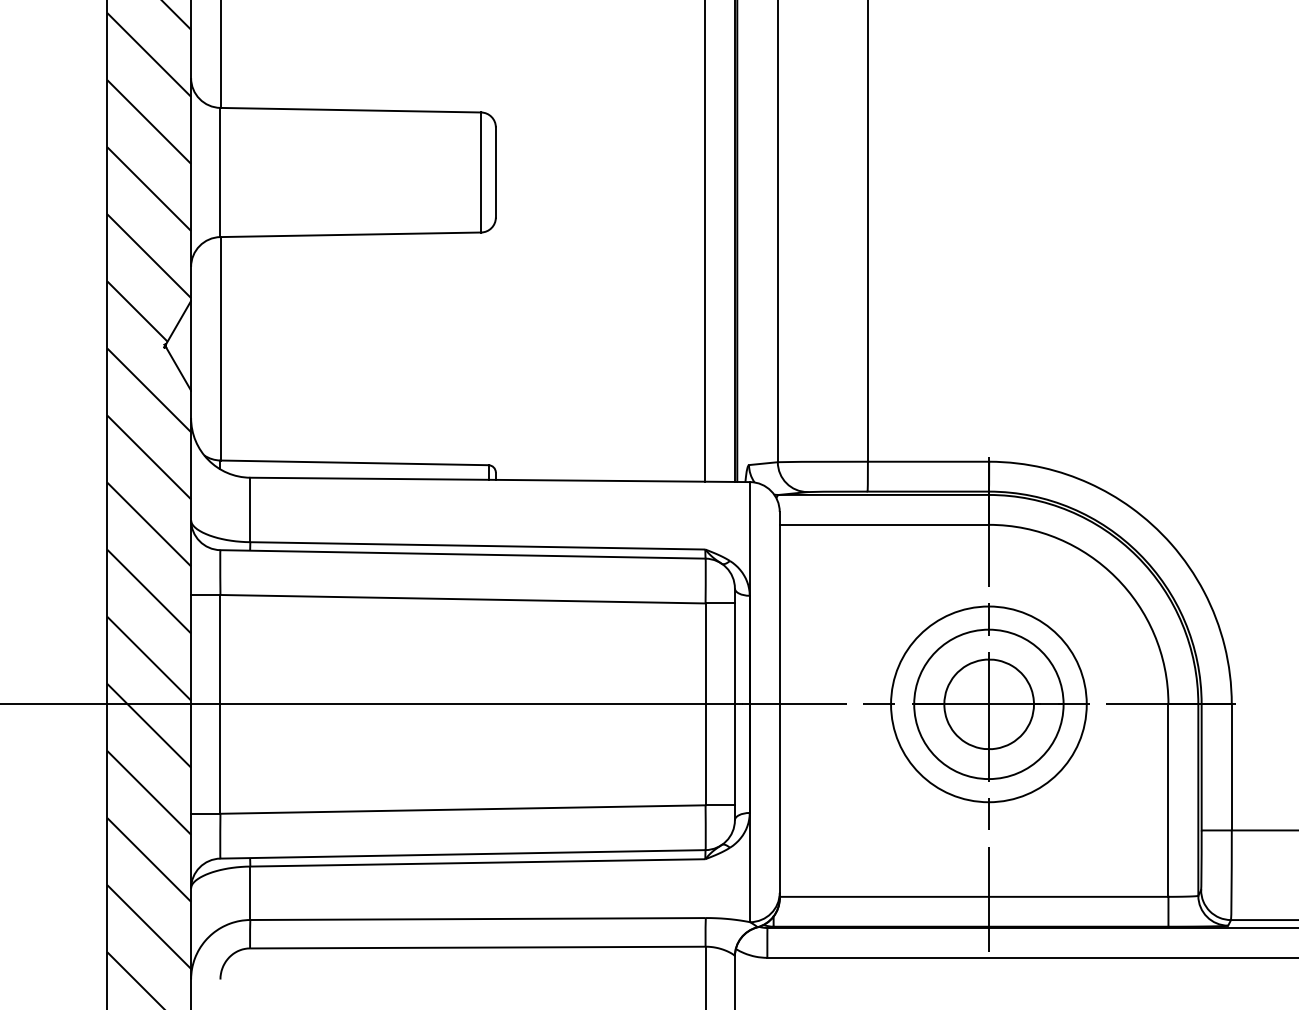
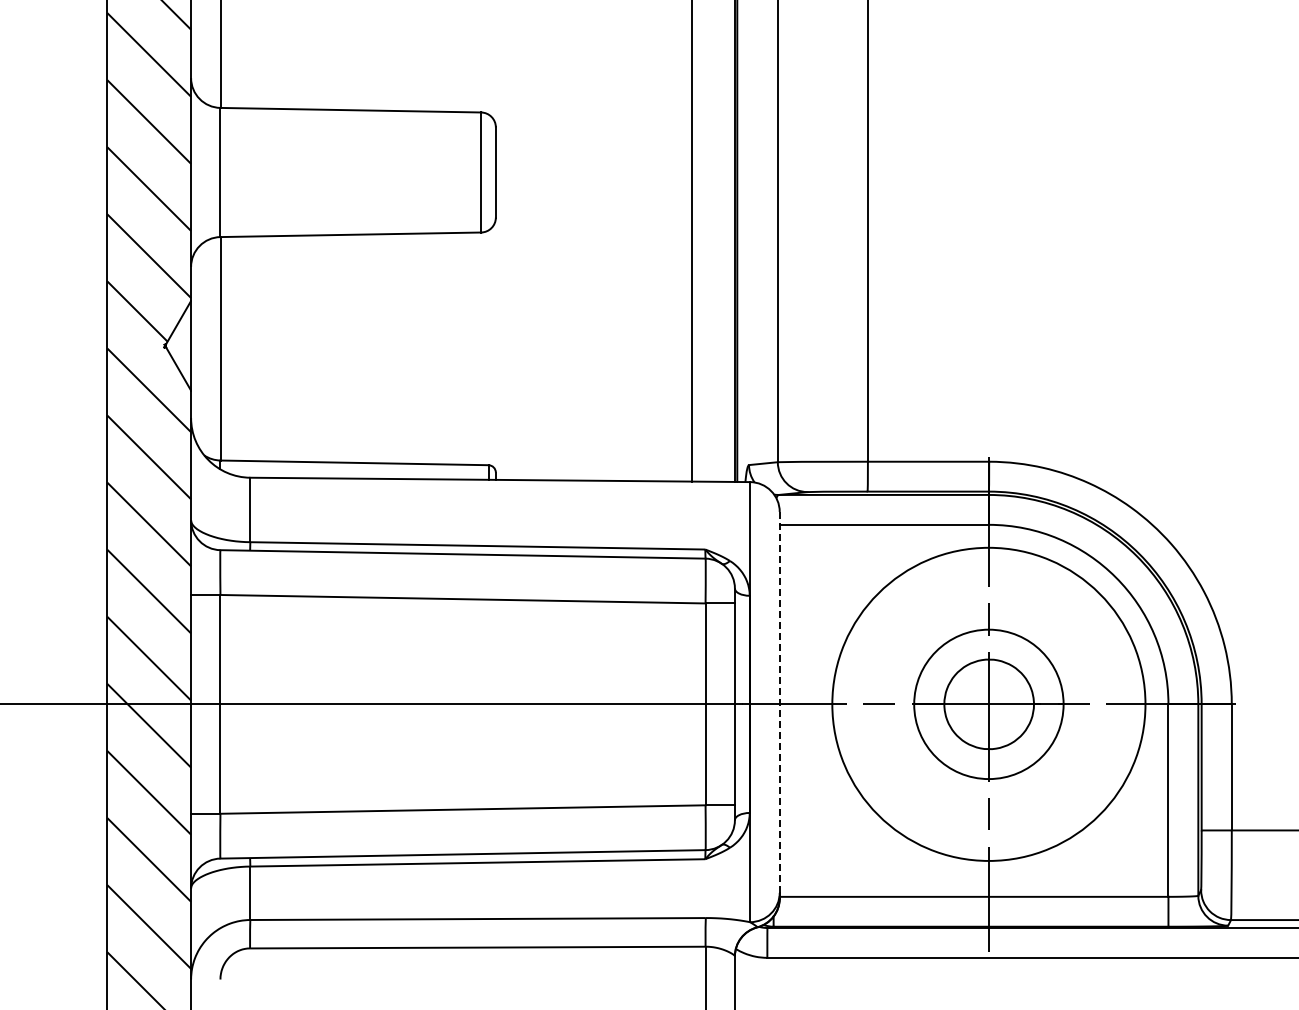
line at (705, 241) position: (705, 241) -> (692, 241)
line at (779, 701): solid -> dashed
circle at (988, 704) diameter: 196 px -> 313 px
